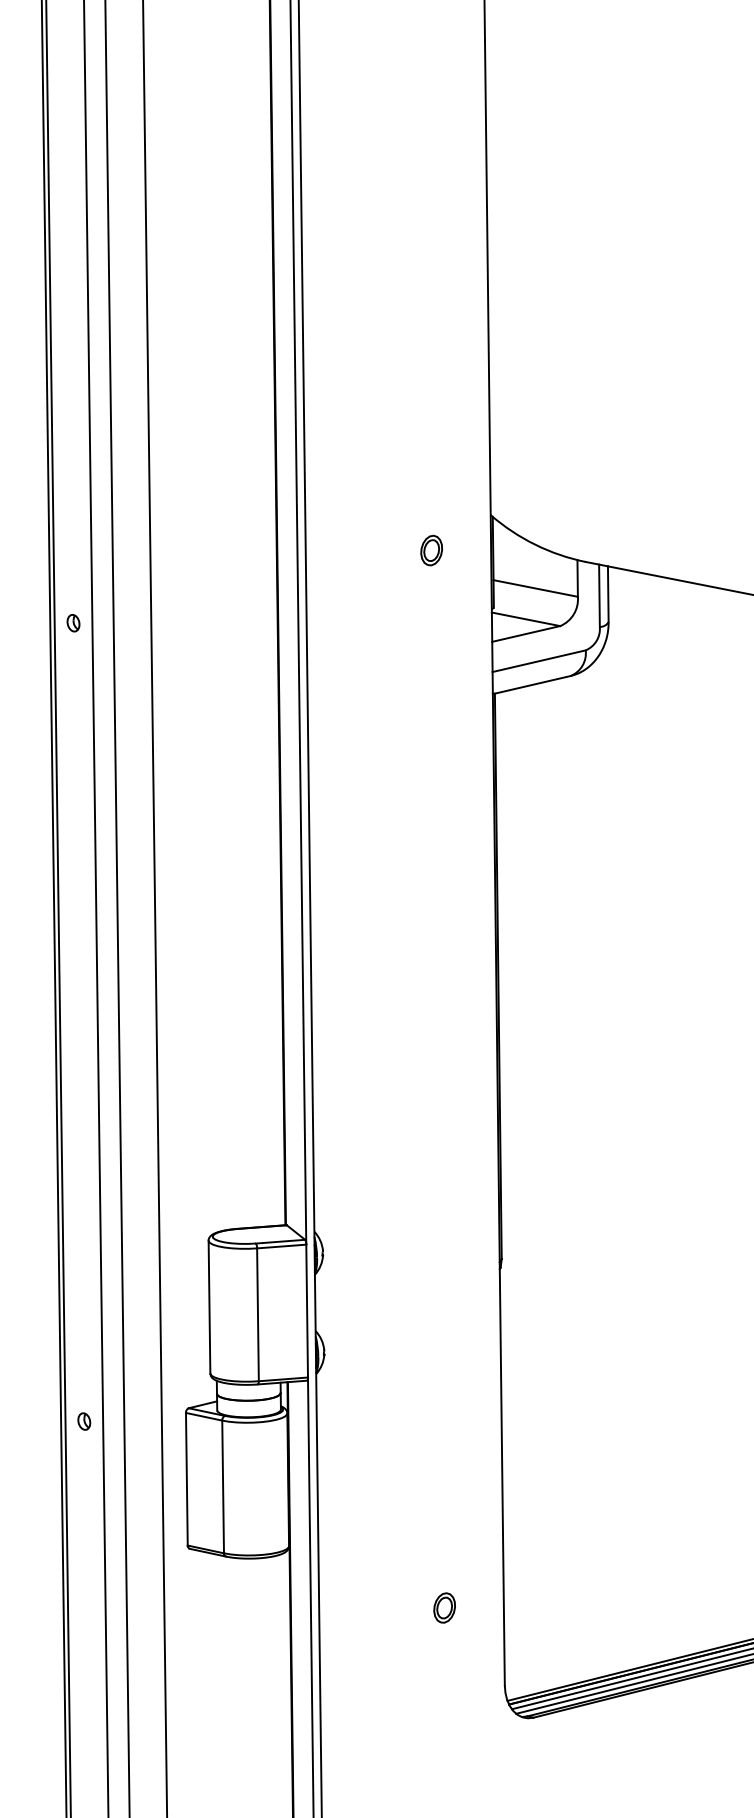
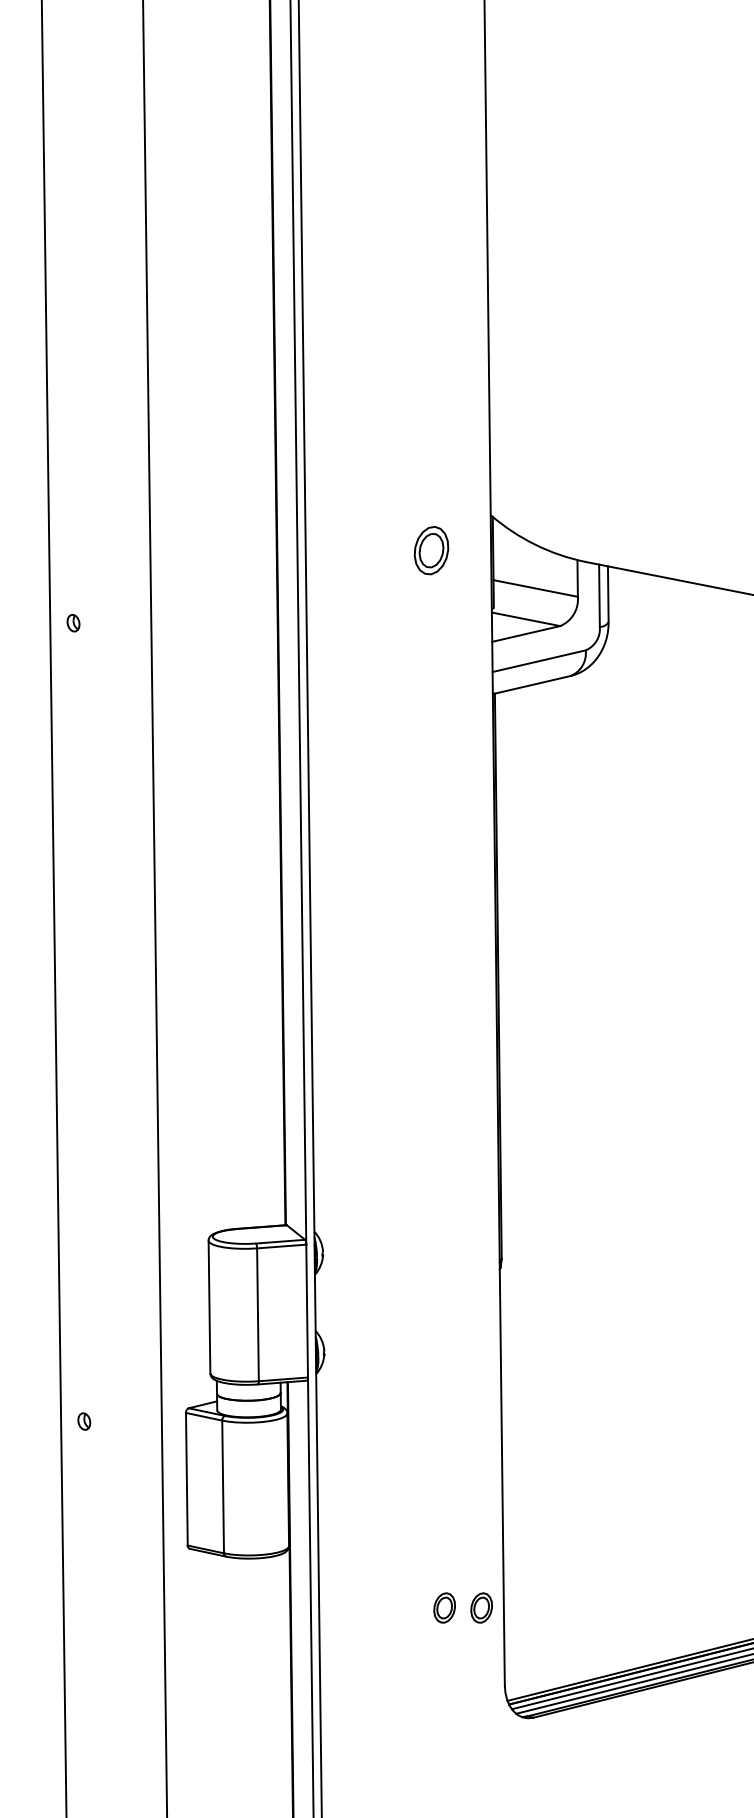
part at (431, 550) size: 24x33 px -> 37x50 px
line at (58, 908): present -> none
line at (96, 908): present -> none
line at (117, 908): present -> none
part at (481, 1607): none -> present
